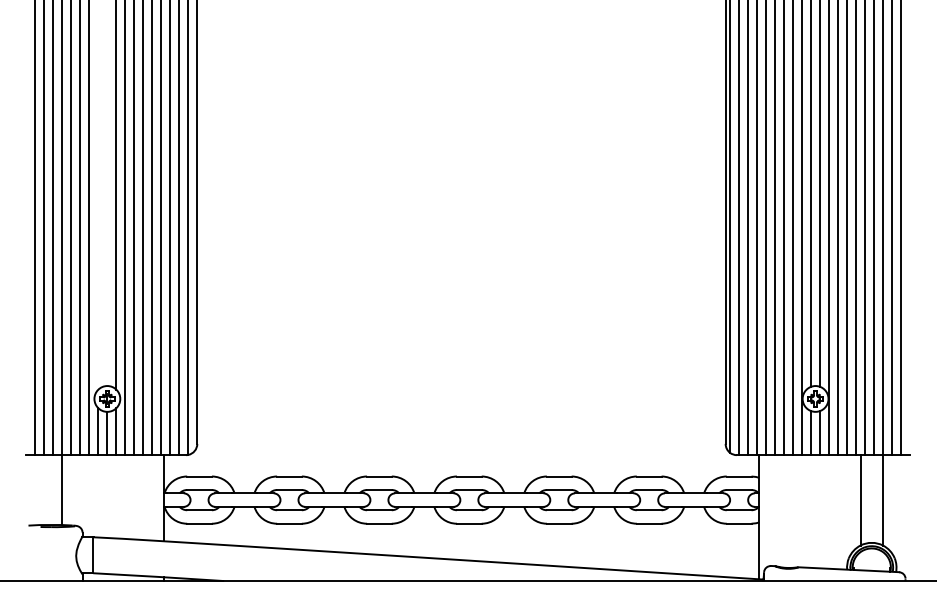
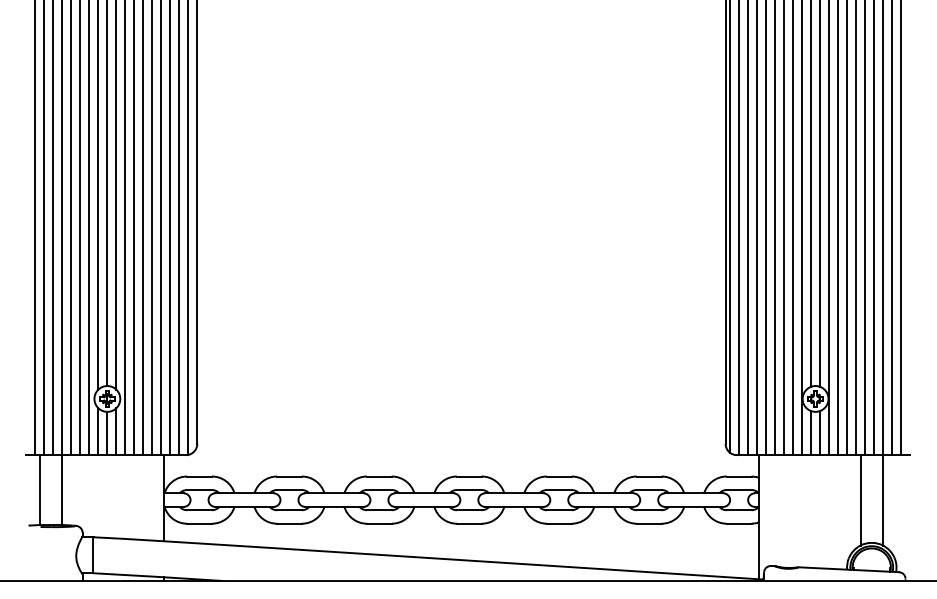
line at (107, 194): none -> present
line at (98, 195): none -> present
line at (39, 490): none -> present
